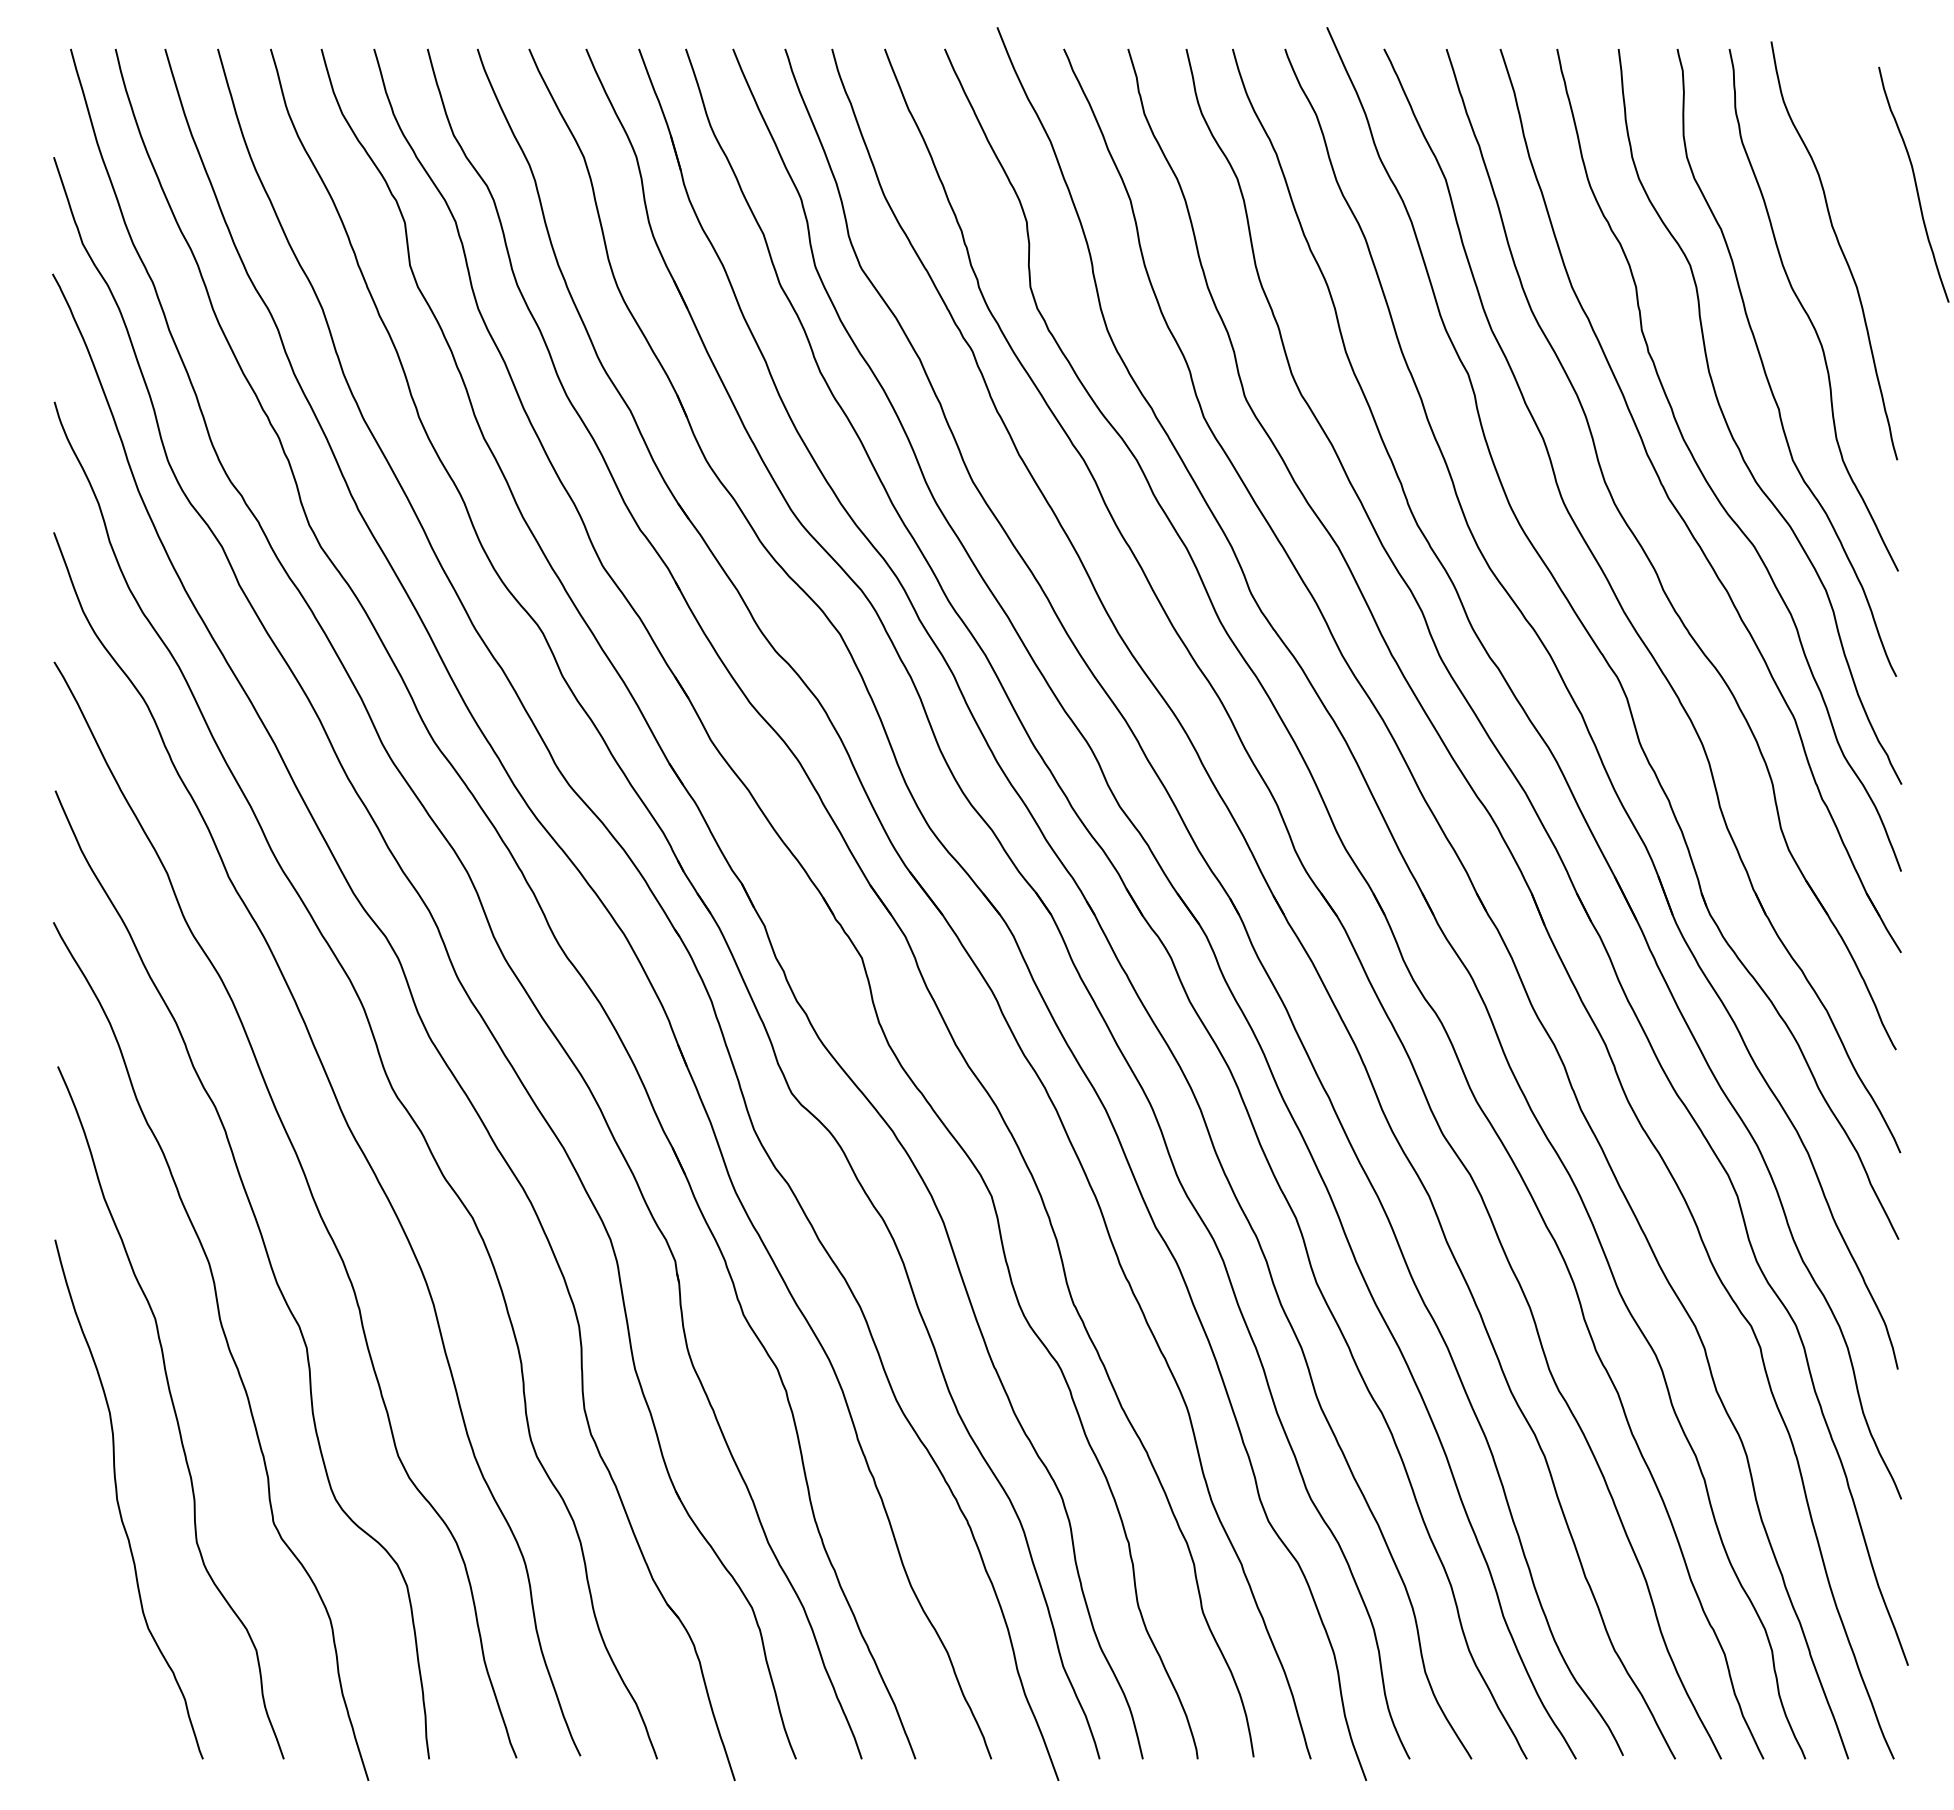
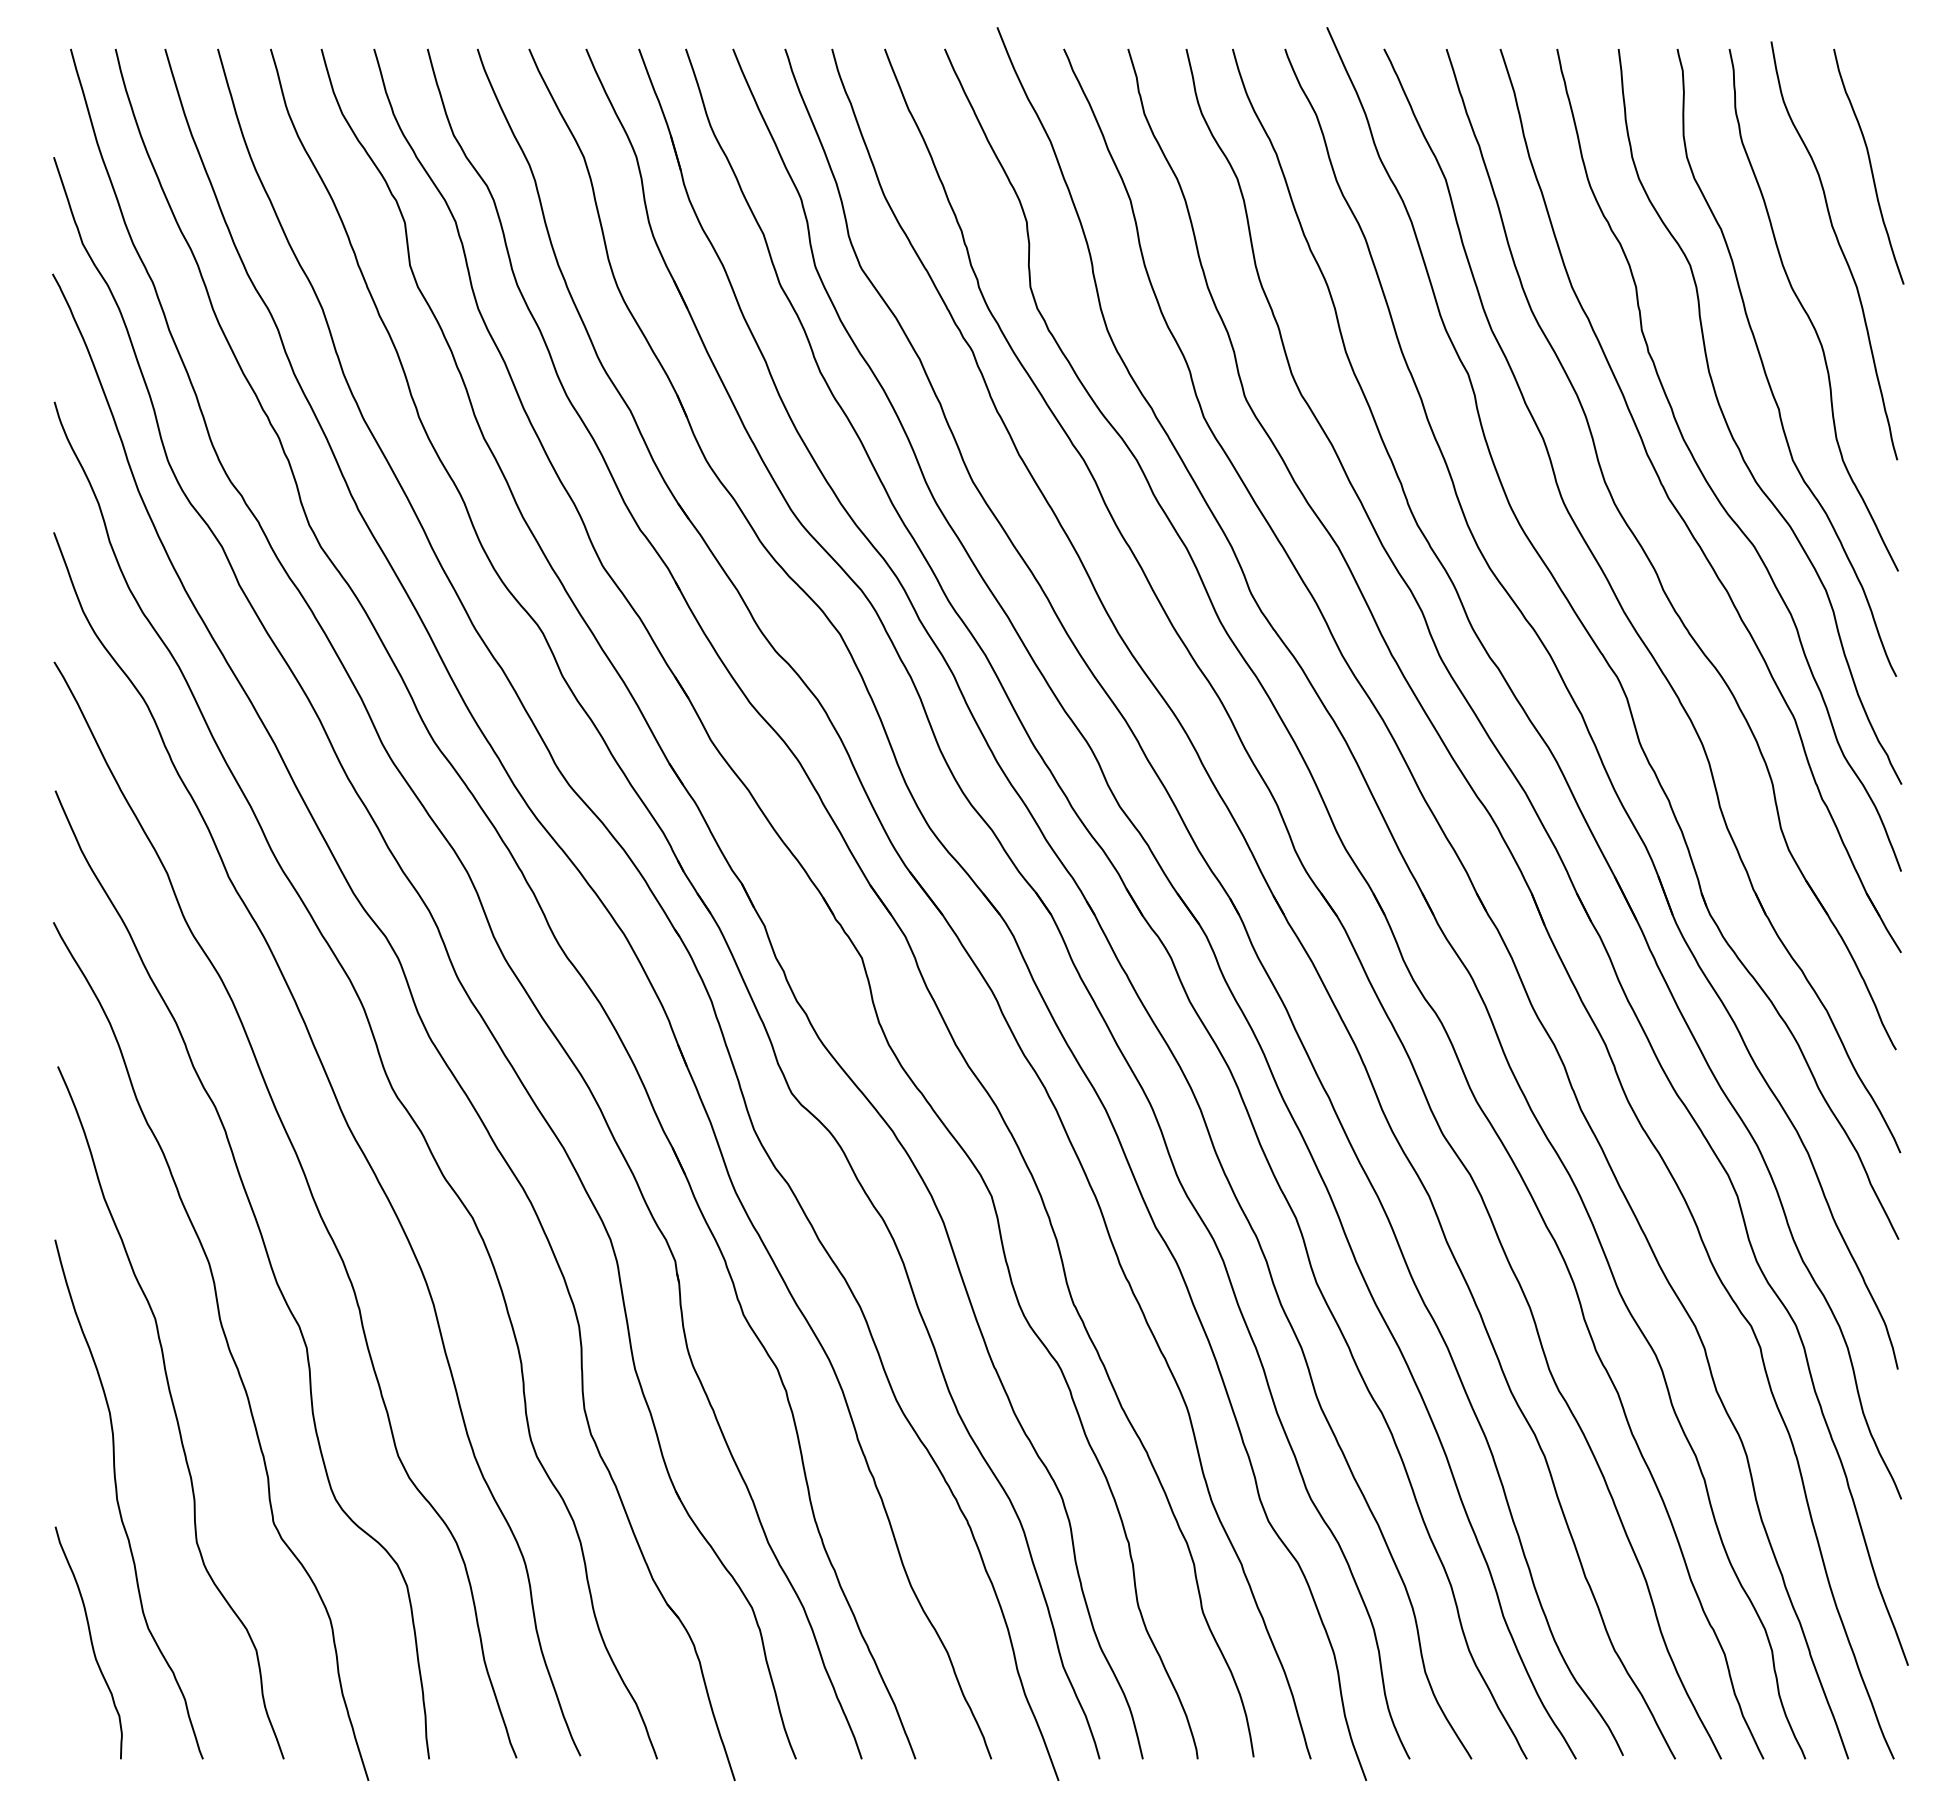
curve at (1914, 183) position: (1914, 183) -> (1869, 165)
curve at (90, 1642): none -> present
